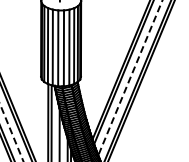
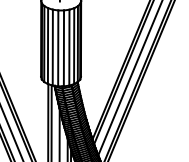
line at (130, 77): dashed -> solid
line at (11, 133): dashed -> solid
